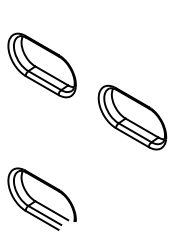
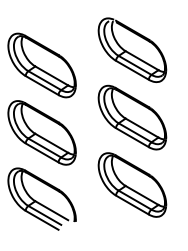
part at (132, 49): none -> present
part at (41, 132): none -> present
part at (132, 184): none -> present
